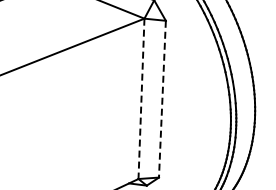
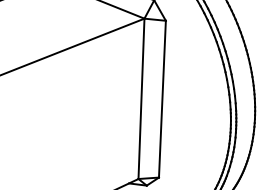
line at (141, 99): dashed -> solid
line at (162, 99): dashed -> solid
